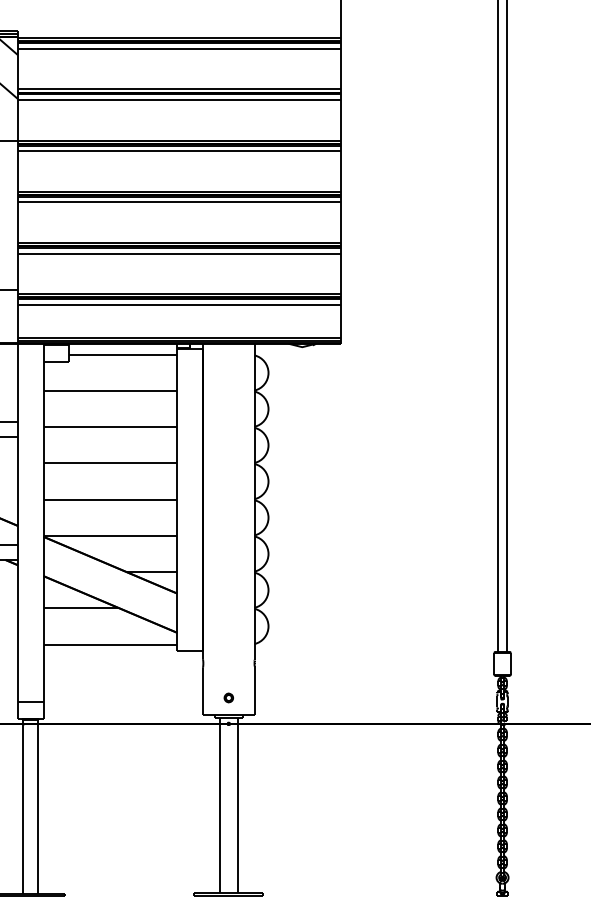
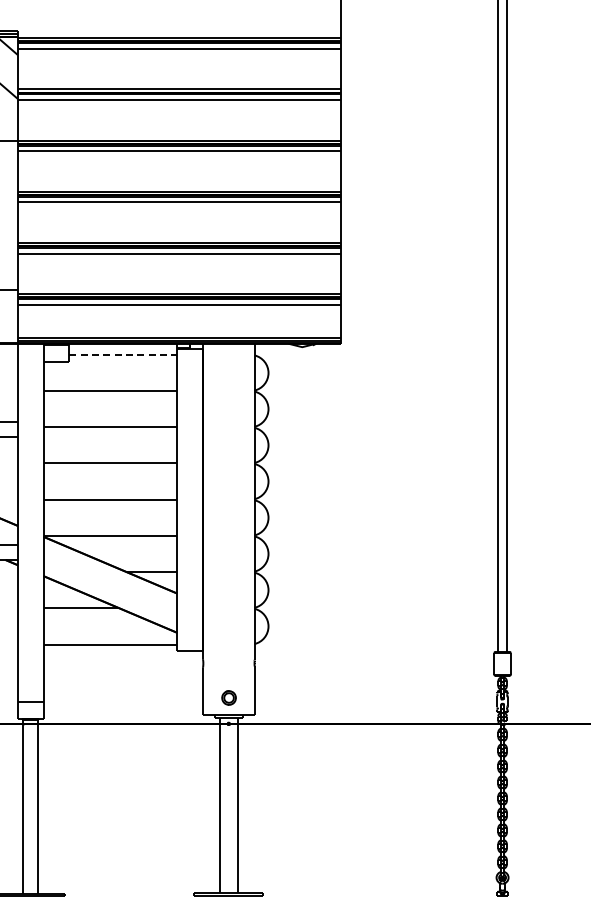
line at (123, 354): solid -> dashed
part at (228, 697) size: 11x12 px -> 16x16 px
